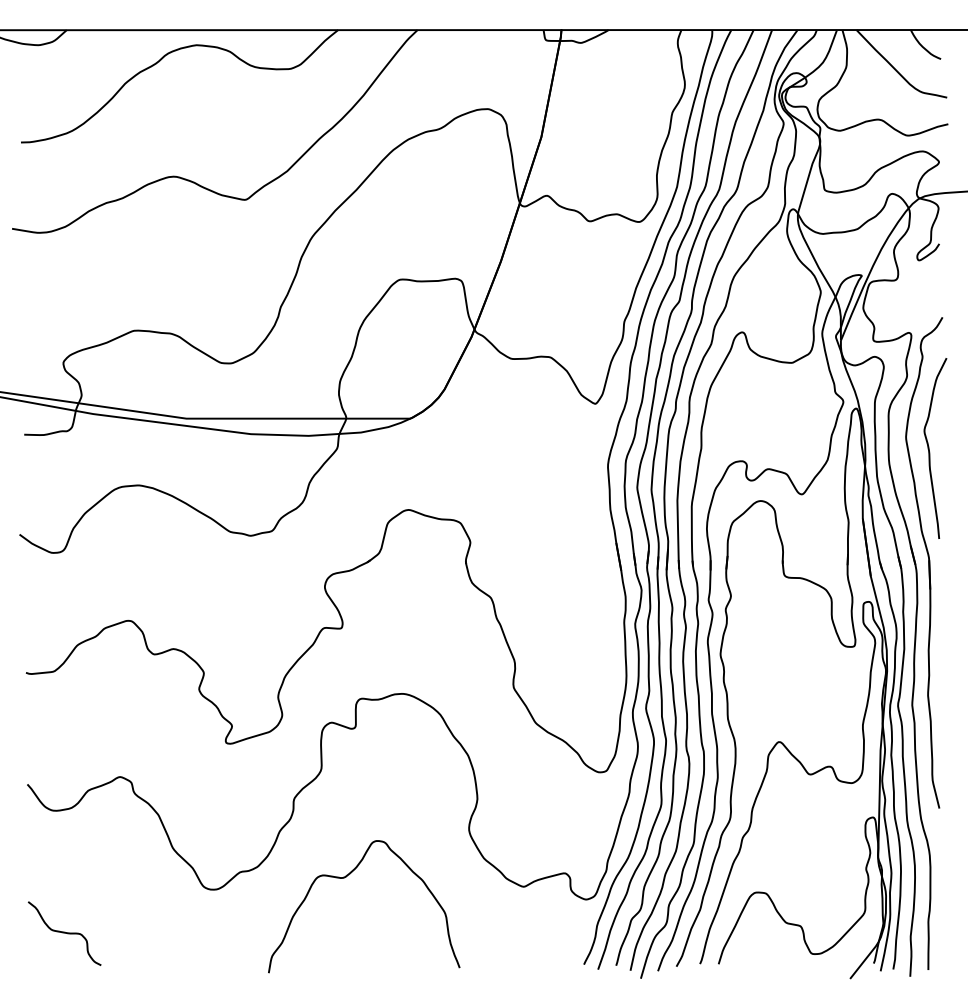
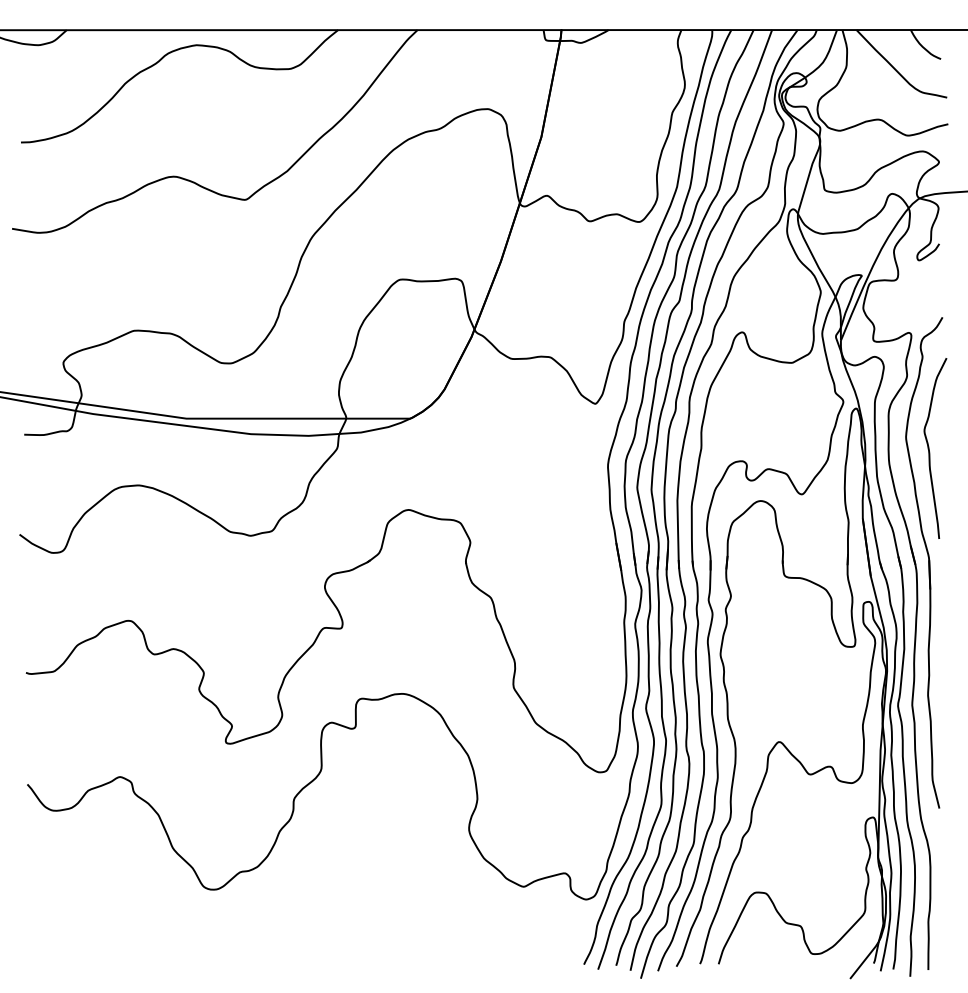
curve at (346, 877): present -> none
curve at (64, 933): present -> none
